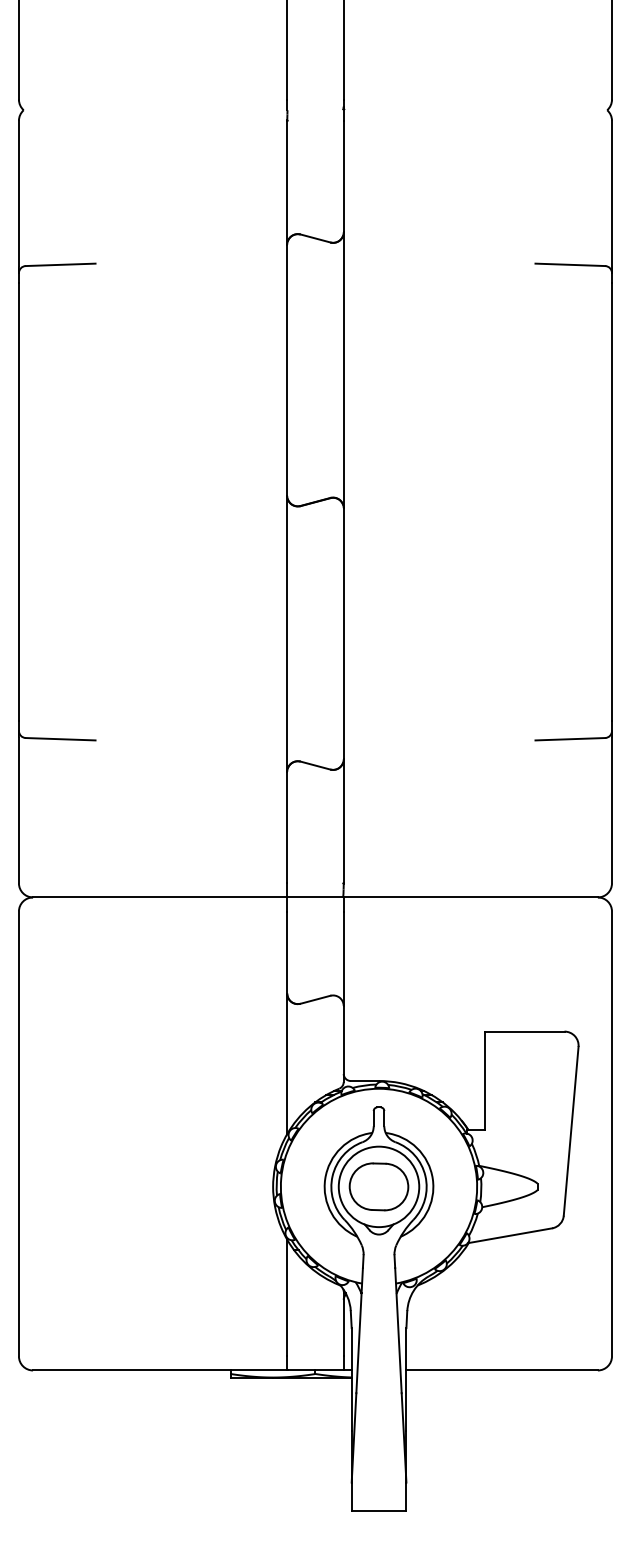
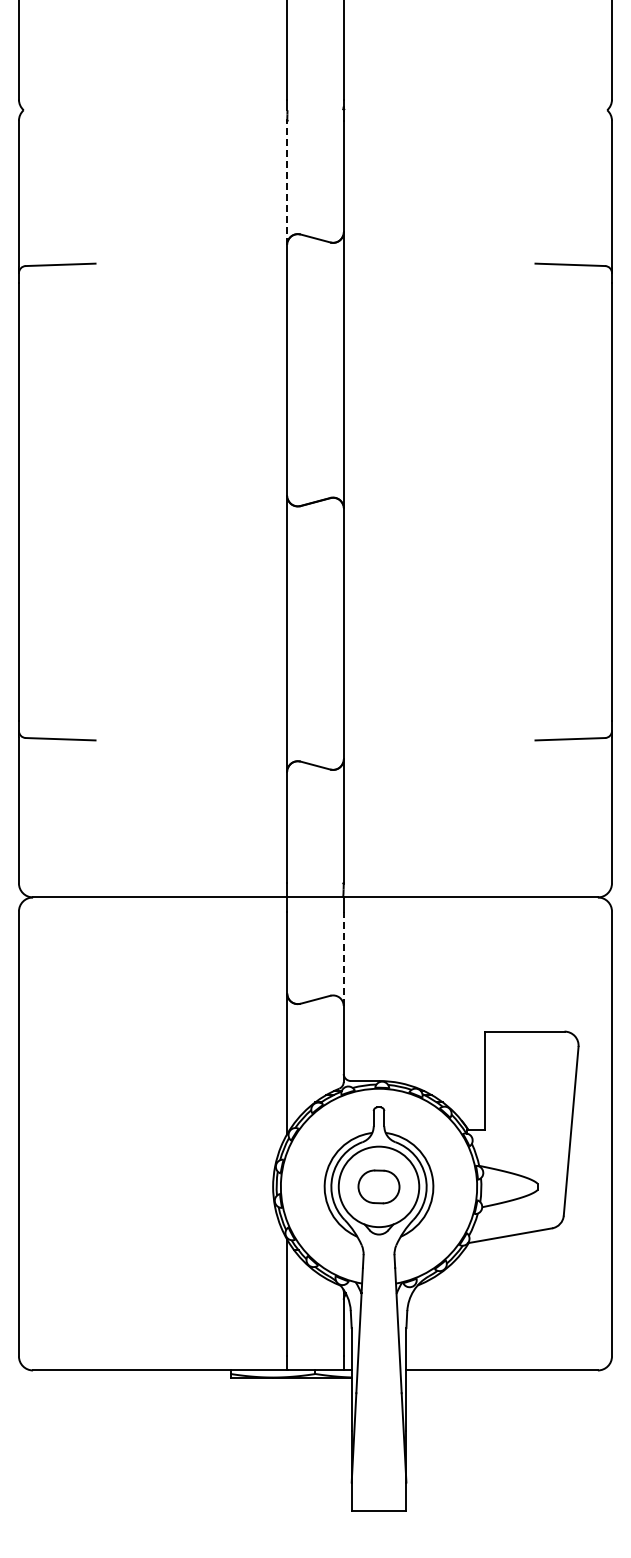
line at (287, 182): solid -> dashed
line at (343, 958): solid -> dashed
part at (378, 1186) size: 62x50 px -> 44x36 px
